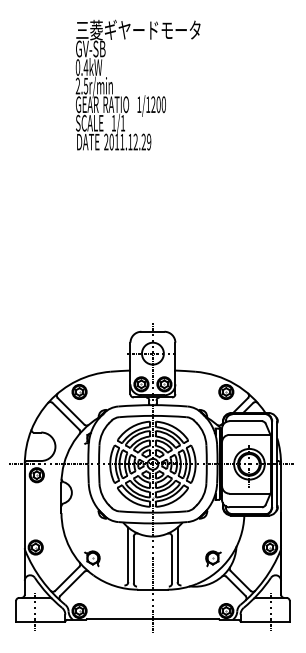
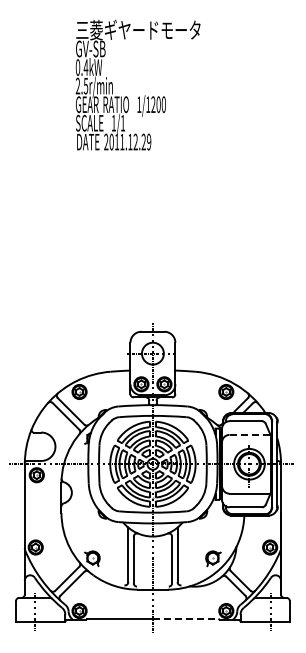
line at (250, 434): solid -> dashed
line at (185, 618): solid -> dashed
